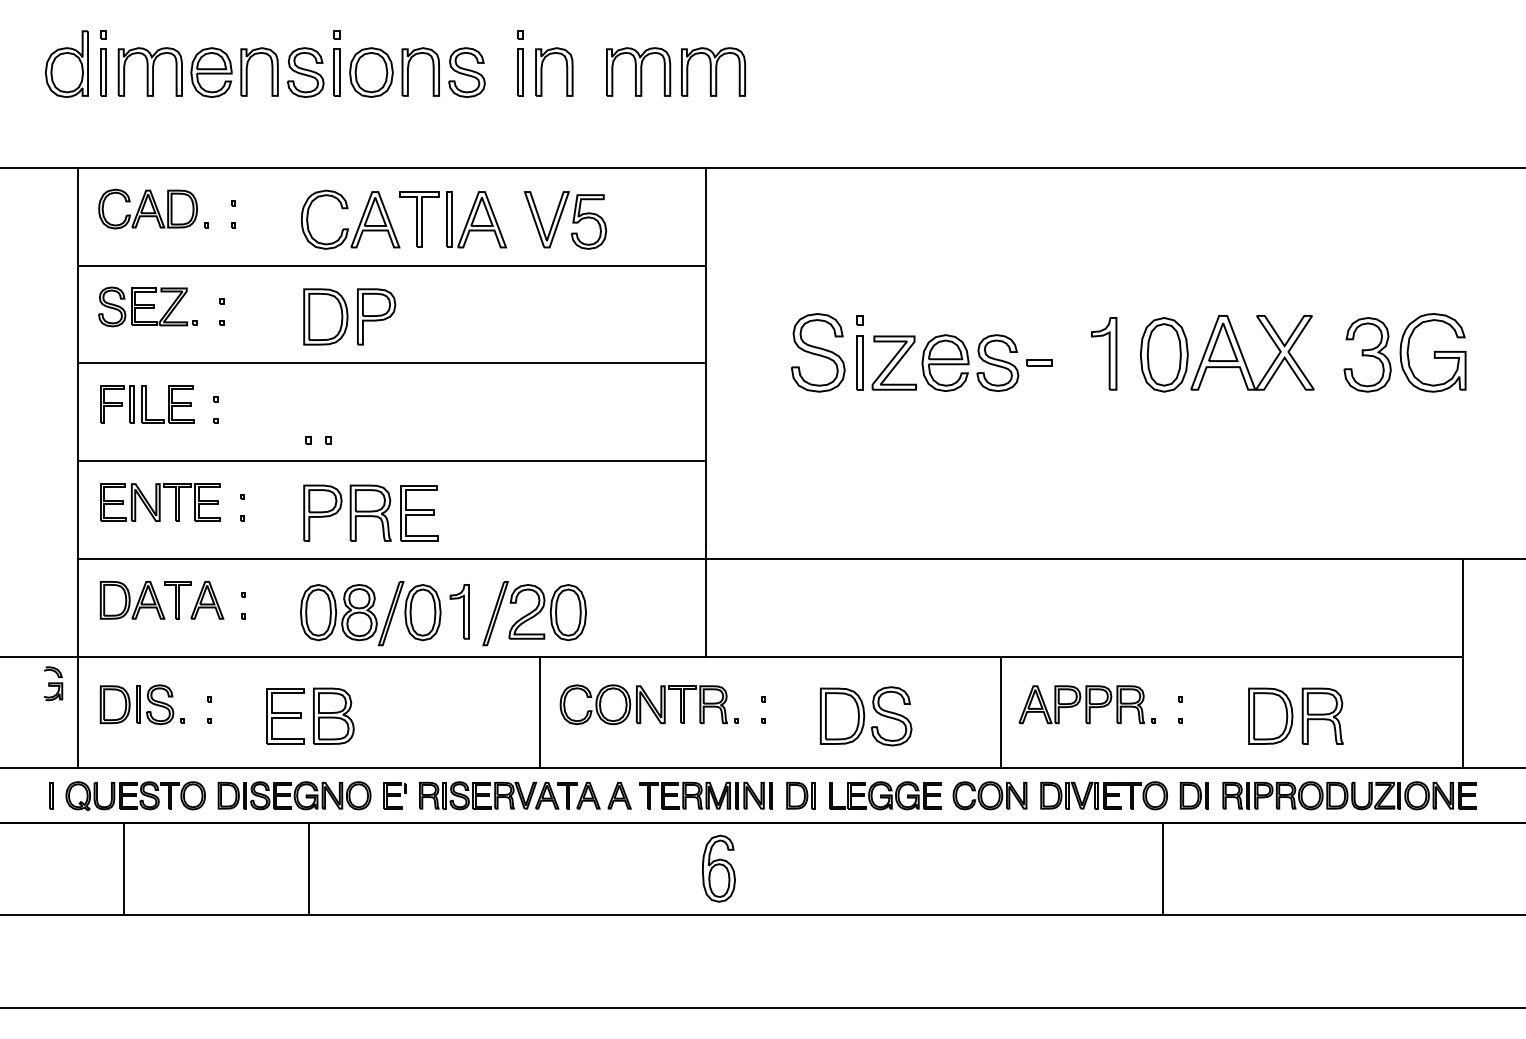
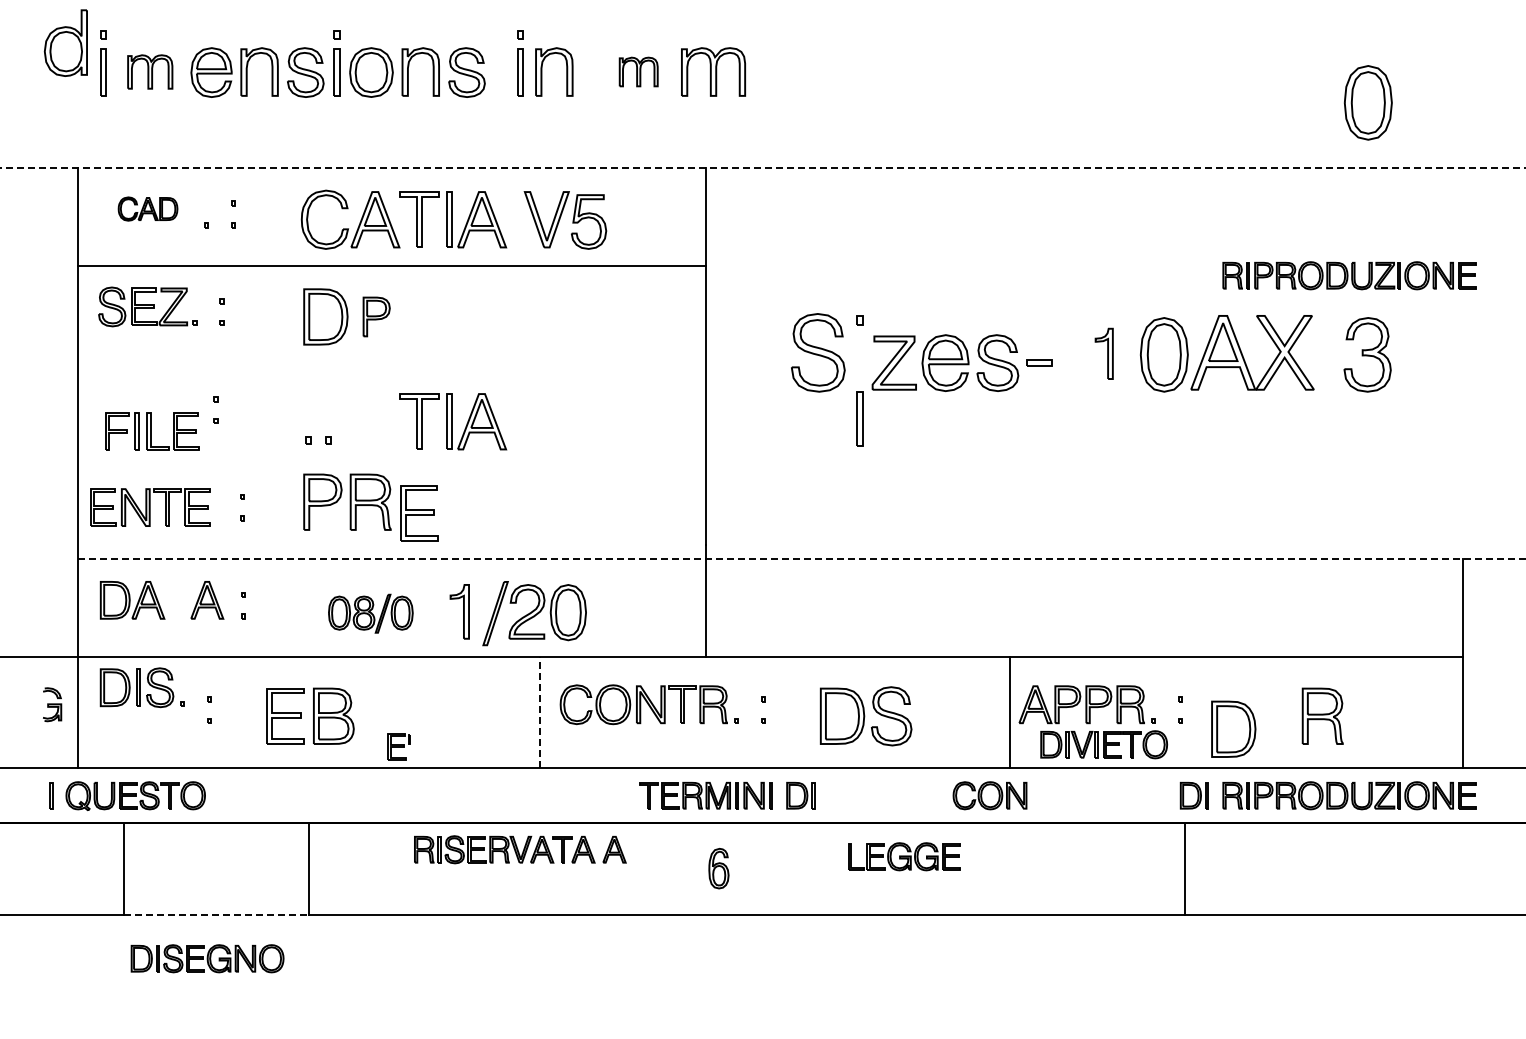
part at (66, 63) position: (66, 63) -> (65, 42)
part at (149, 71) size: 66x50 px -> 47x36 px
part at (638, 71) size: 66x50 px -> 41x32 px
part at (1368, 102): none -> present
line at (763, 167): solid -> dashed
part at (147, 208) size: 100x42 px -> 62x26 px
part at (1349, 275): none -> present
part at (376, 316) size: 40x58 px -> 29x42 px
part at (1432, 352): present -> none
part at (1104, 353) size: 27x74 px -> 20x53 px
part at (859, 362) position: (859, 362) -> (859, 418)
line at (391, 363): present -> none
part at (147, 404) position: (147, 404) -> (152, 431)
part at (453, 421): none -> present
line at (391, 461): present -> none
part at (160, 502) position: (160, 502) -> (150, 507)
part at (347, 512) position: (347, 512) -> (347, 501)
line at (802, 559): solid -> dashed
part at (177, 600): present -> none
part at (370, 613) size: 142x66 px -> 86x41 px
part at (53, 683) position: (53, 683) -> (52, 704)
part at (141, 704) position: (141, 704) -> (141, 687)
line at (539, 711): solid -> dashed
line at (1001, 711) position: (1001, 711) -> (1010, 711)
part at (1270, 715) position: (1270, 715) -> (1233, 728)
part at (294, 795) position: (294, 795) -> (207, 958)
part at (394, 795) position: (394, 795) -> (398, 746)
part at (525, 795) position: (525, 795) -> (520, 849)
part at (885, 795) position: (885, 795) -> (904, 856)
part at (1104, 795) position: (1104, 795) -> (1104, 744)
part at (718, 868) size: 34x69 px -> 22x42 px
line at (1162, 869) position: (1162, 869) -> (1184, 869)
line at (217, 915): solid -> dashed
line at (762, 1007): present -> none
